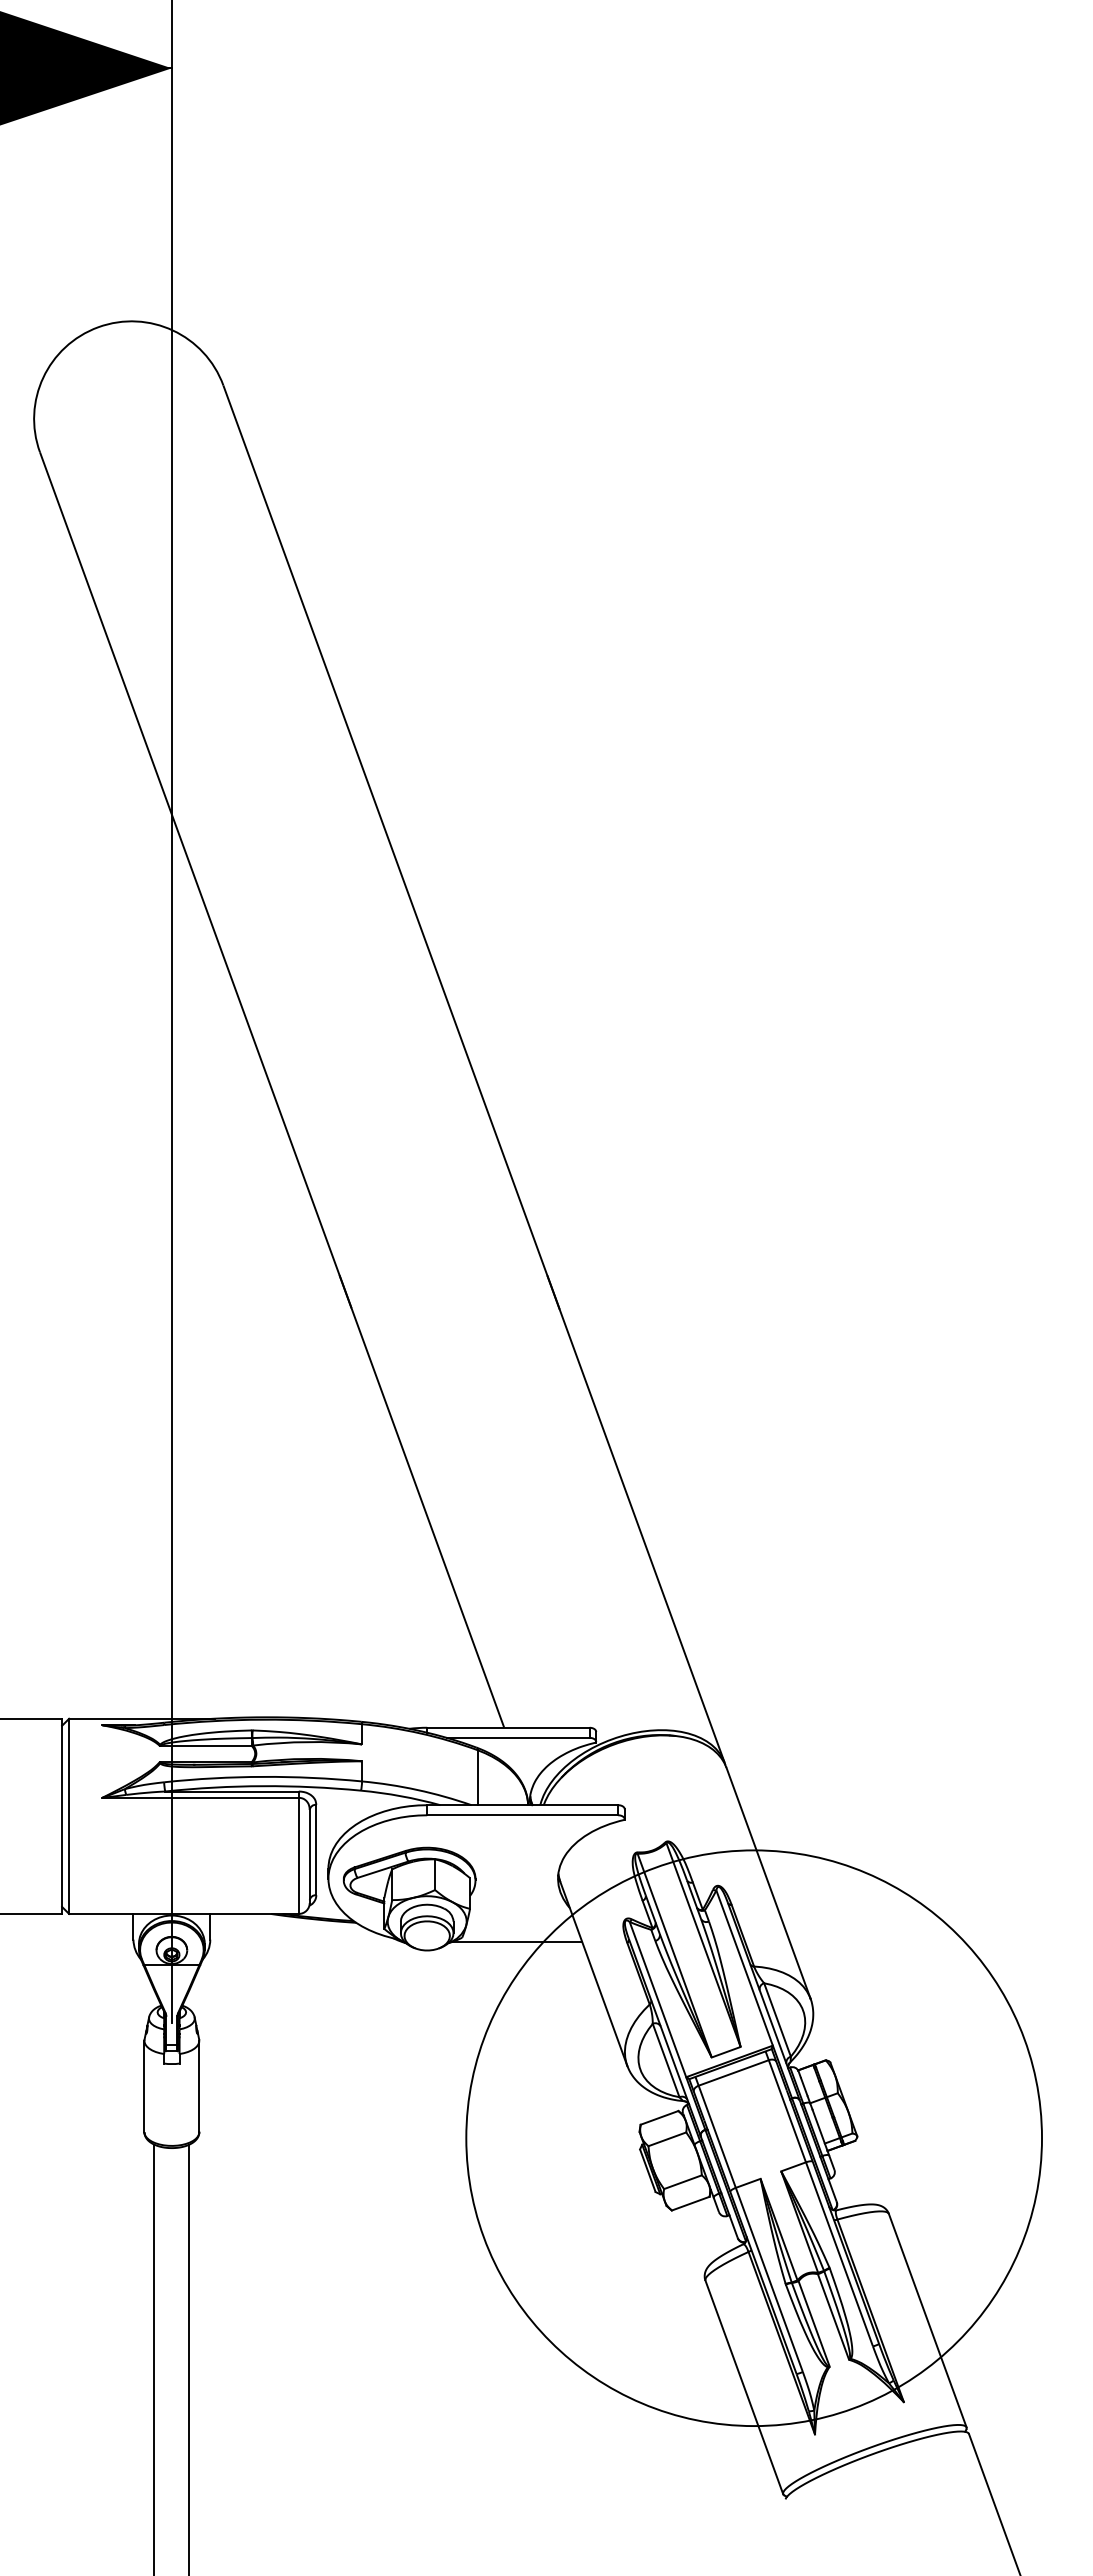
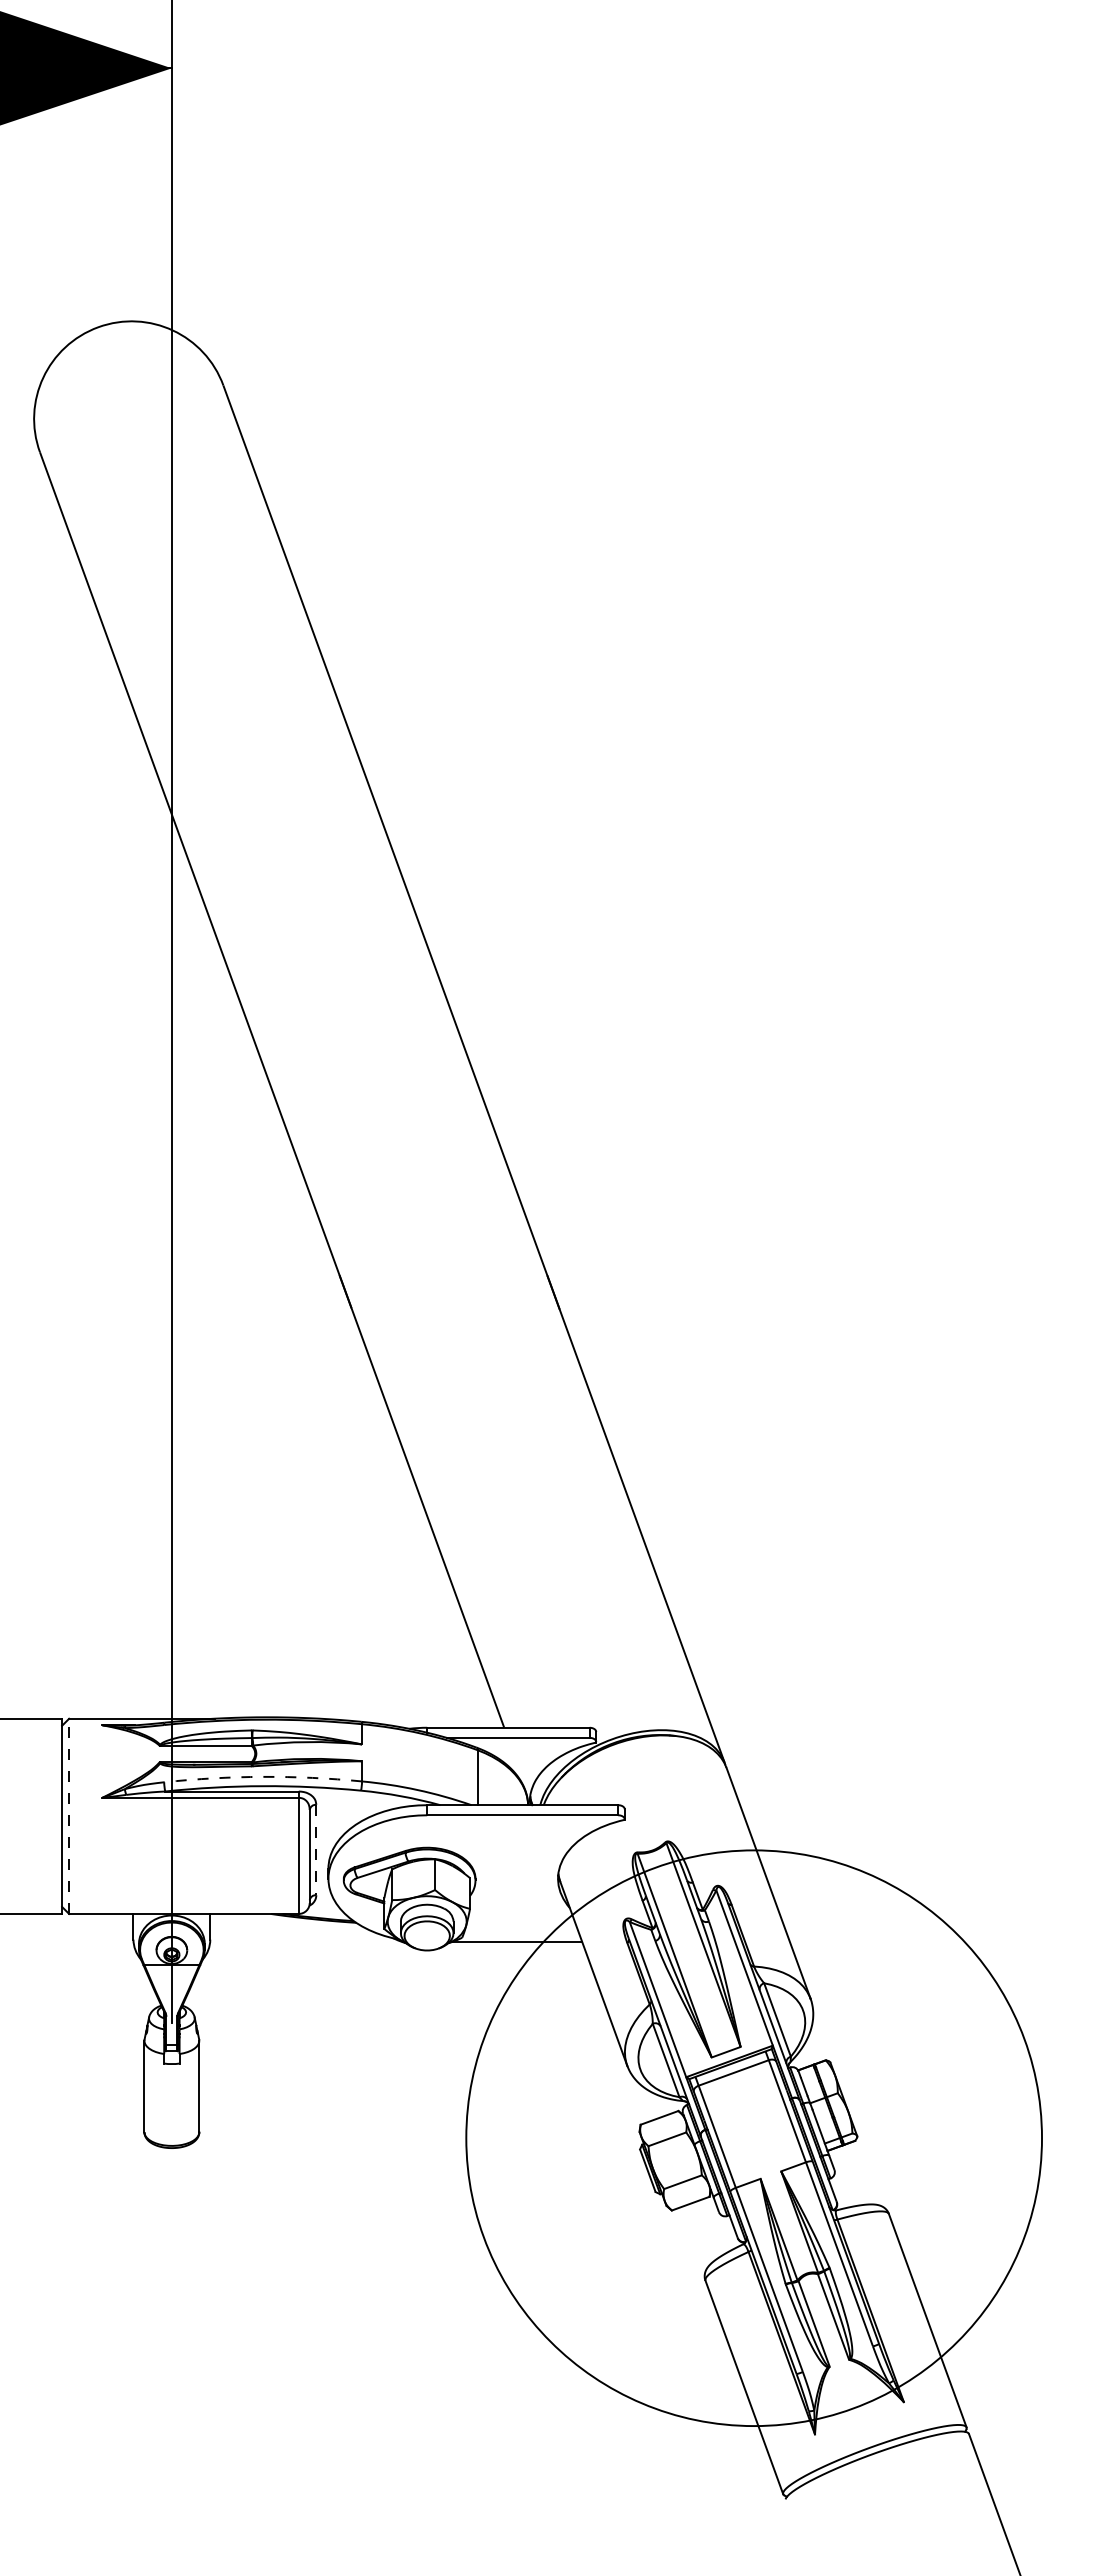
arc at (263, 1776): solid -> dashed
line at (69, 1816): solid -> dashed
line at (316, 1850): solid -> dashed
line at (154, 2358): present -> none
line at (189, 2358): present -> none
